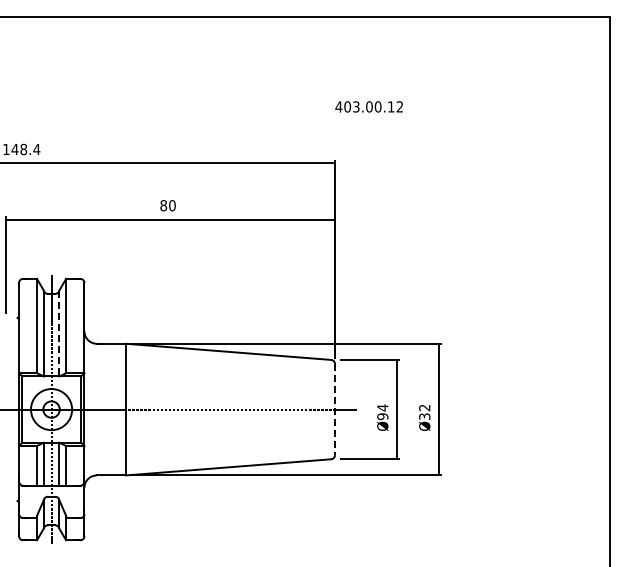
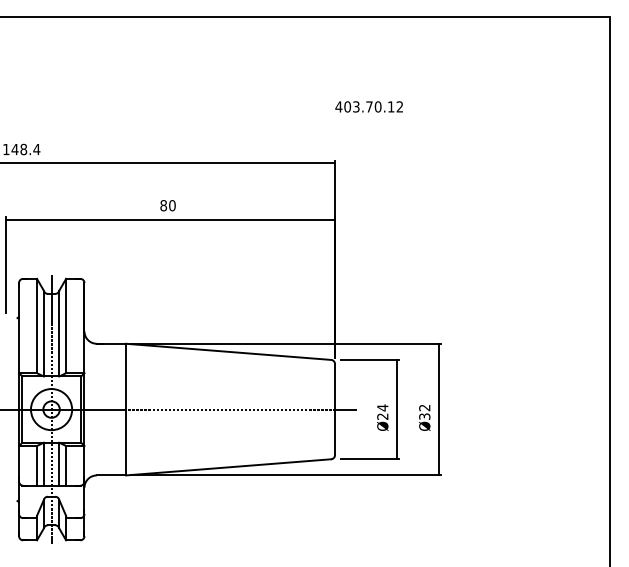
text at (369, 106): 403.00.12 -> 403.70.12
line at (59, 333): dashed -> solid
line at (335, 409): dashed -> solid
text at (382, 416): Ø94 -> Ø24
